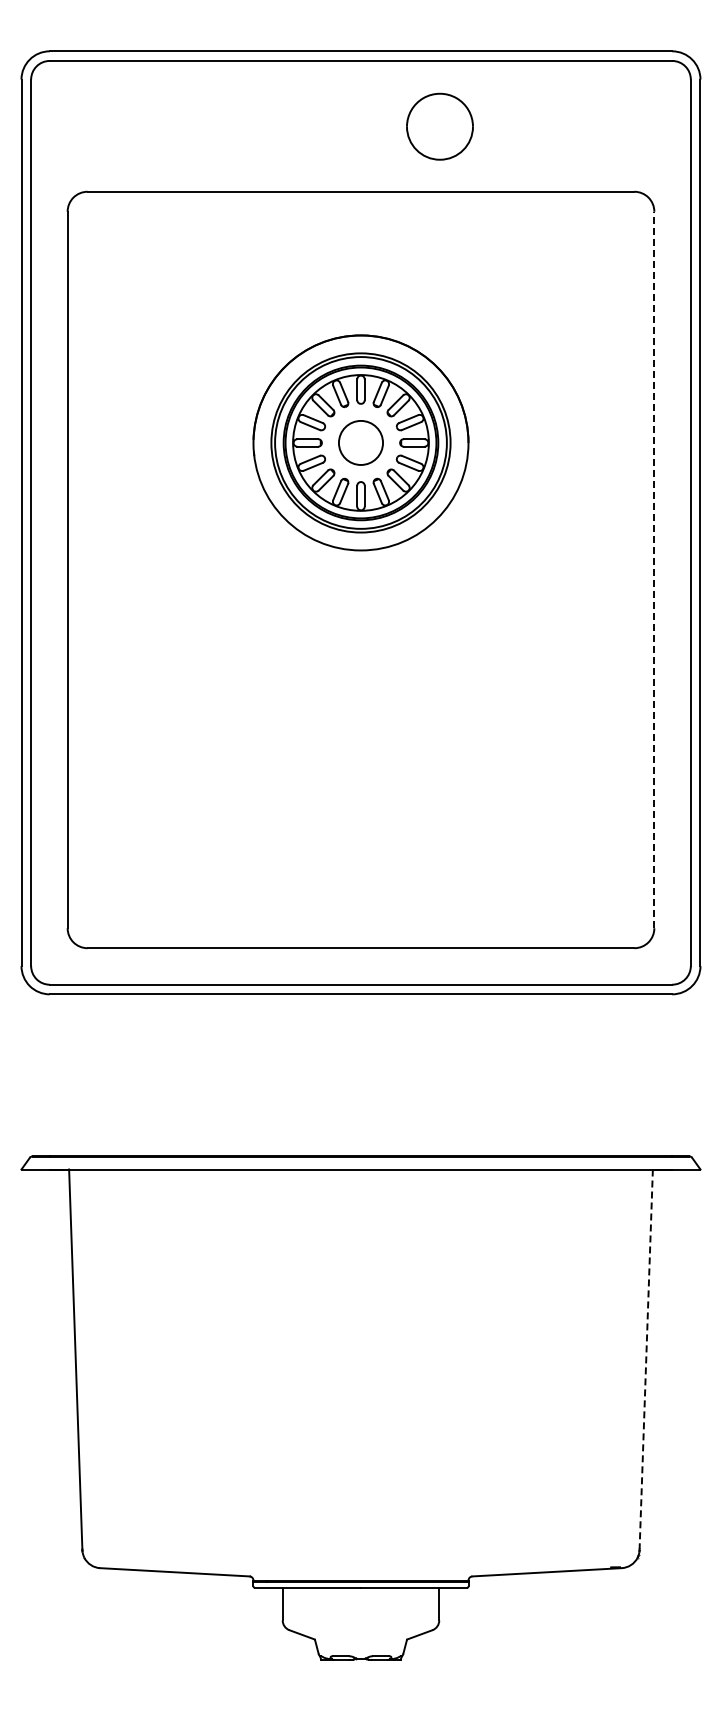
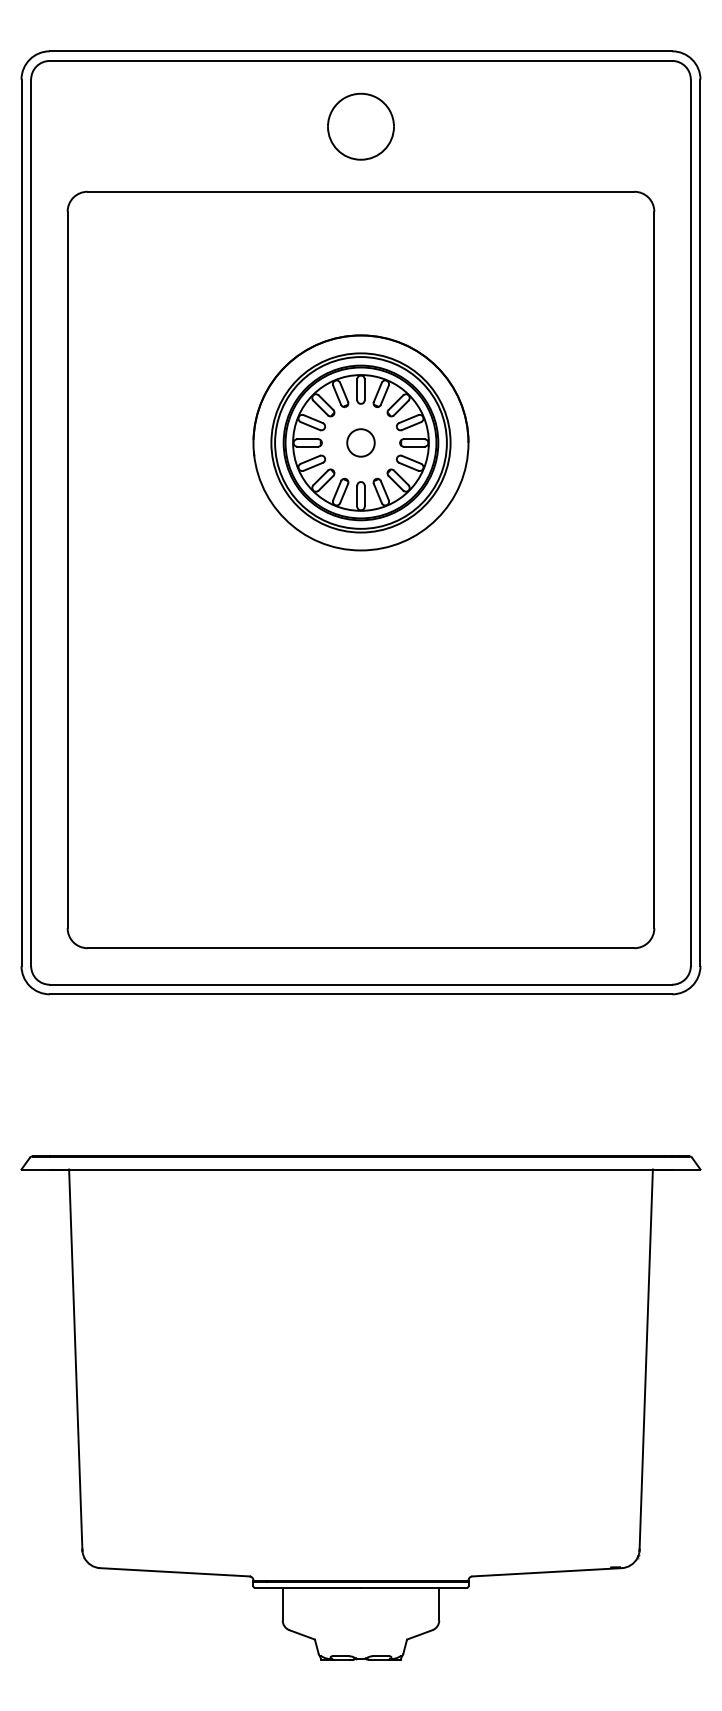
part at (439, 126) position: (439, 126) -> (360, 126)
circle at (360, 442) diameter: 44 px -> 28 px
line at (654, 569): dashed -> solid
line at (646, 1359): dashed -> solid
